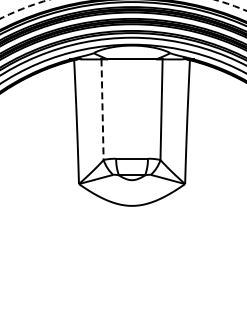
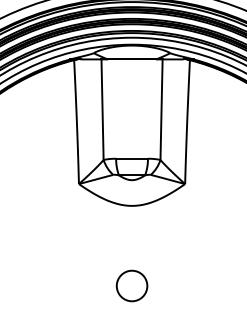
circle at (123, 9): dashed -> solid
line at (102, 110): dashed -> solid
circle at (131, 285): none -> present
